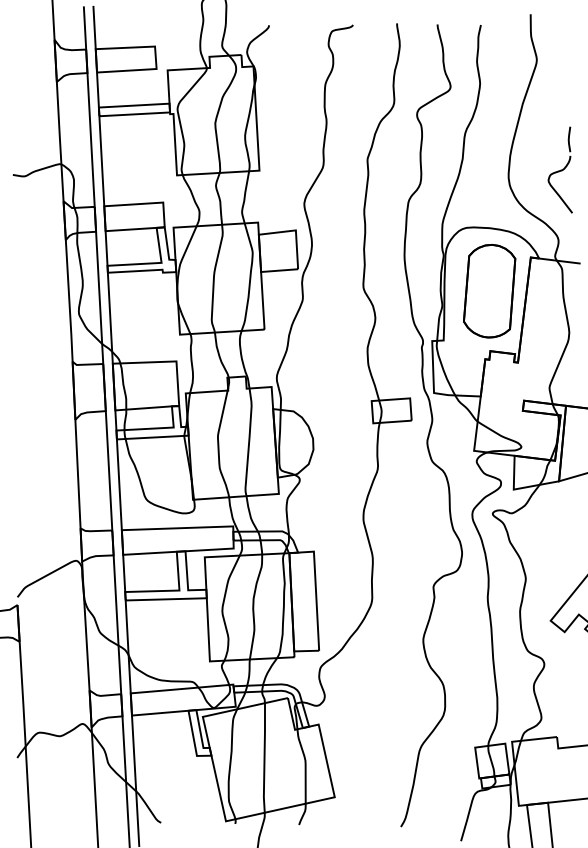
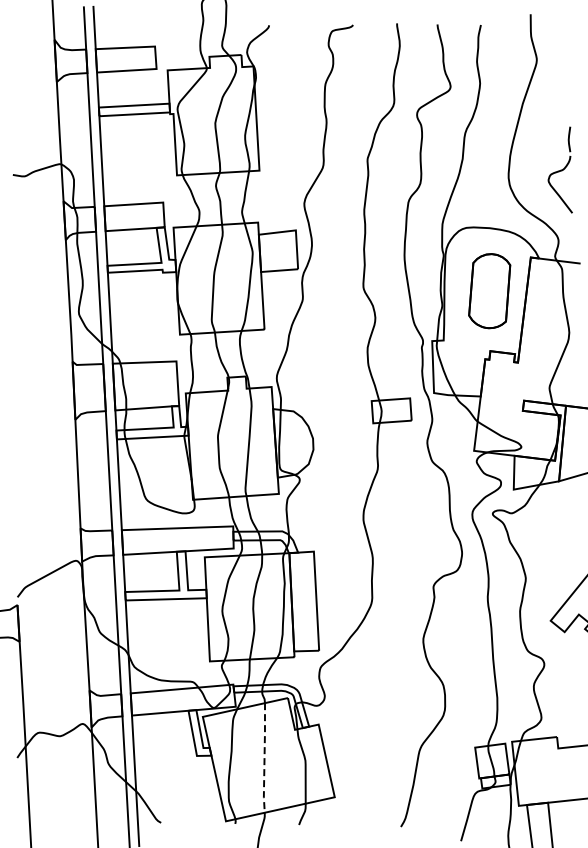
part at (489, 290) size: 54x96 px -> 44x77 px
line at (264, 758): solid -> dashed
